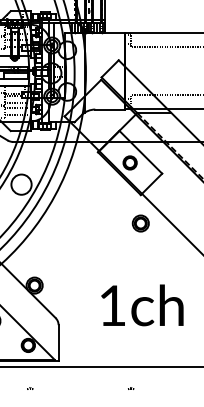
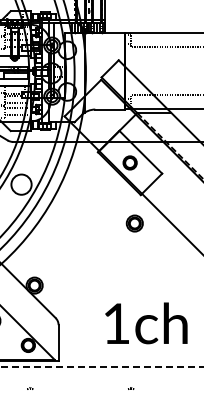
part at (140, 223) position: (140, 223) -> (134, 223)
text at (142, 305) position: (142, 305) -> (146, 323)
line at (101, 366): solid -> dashed
